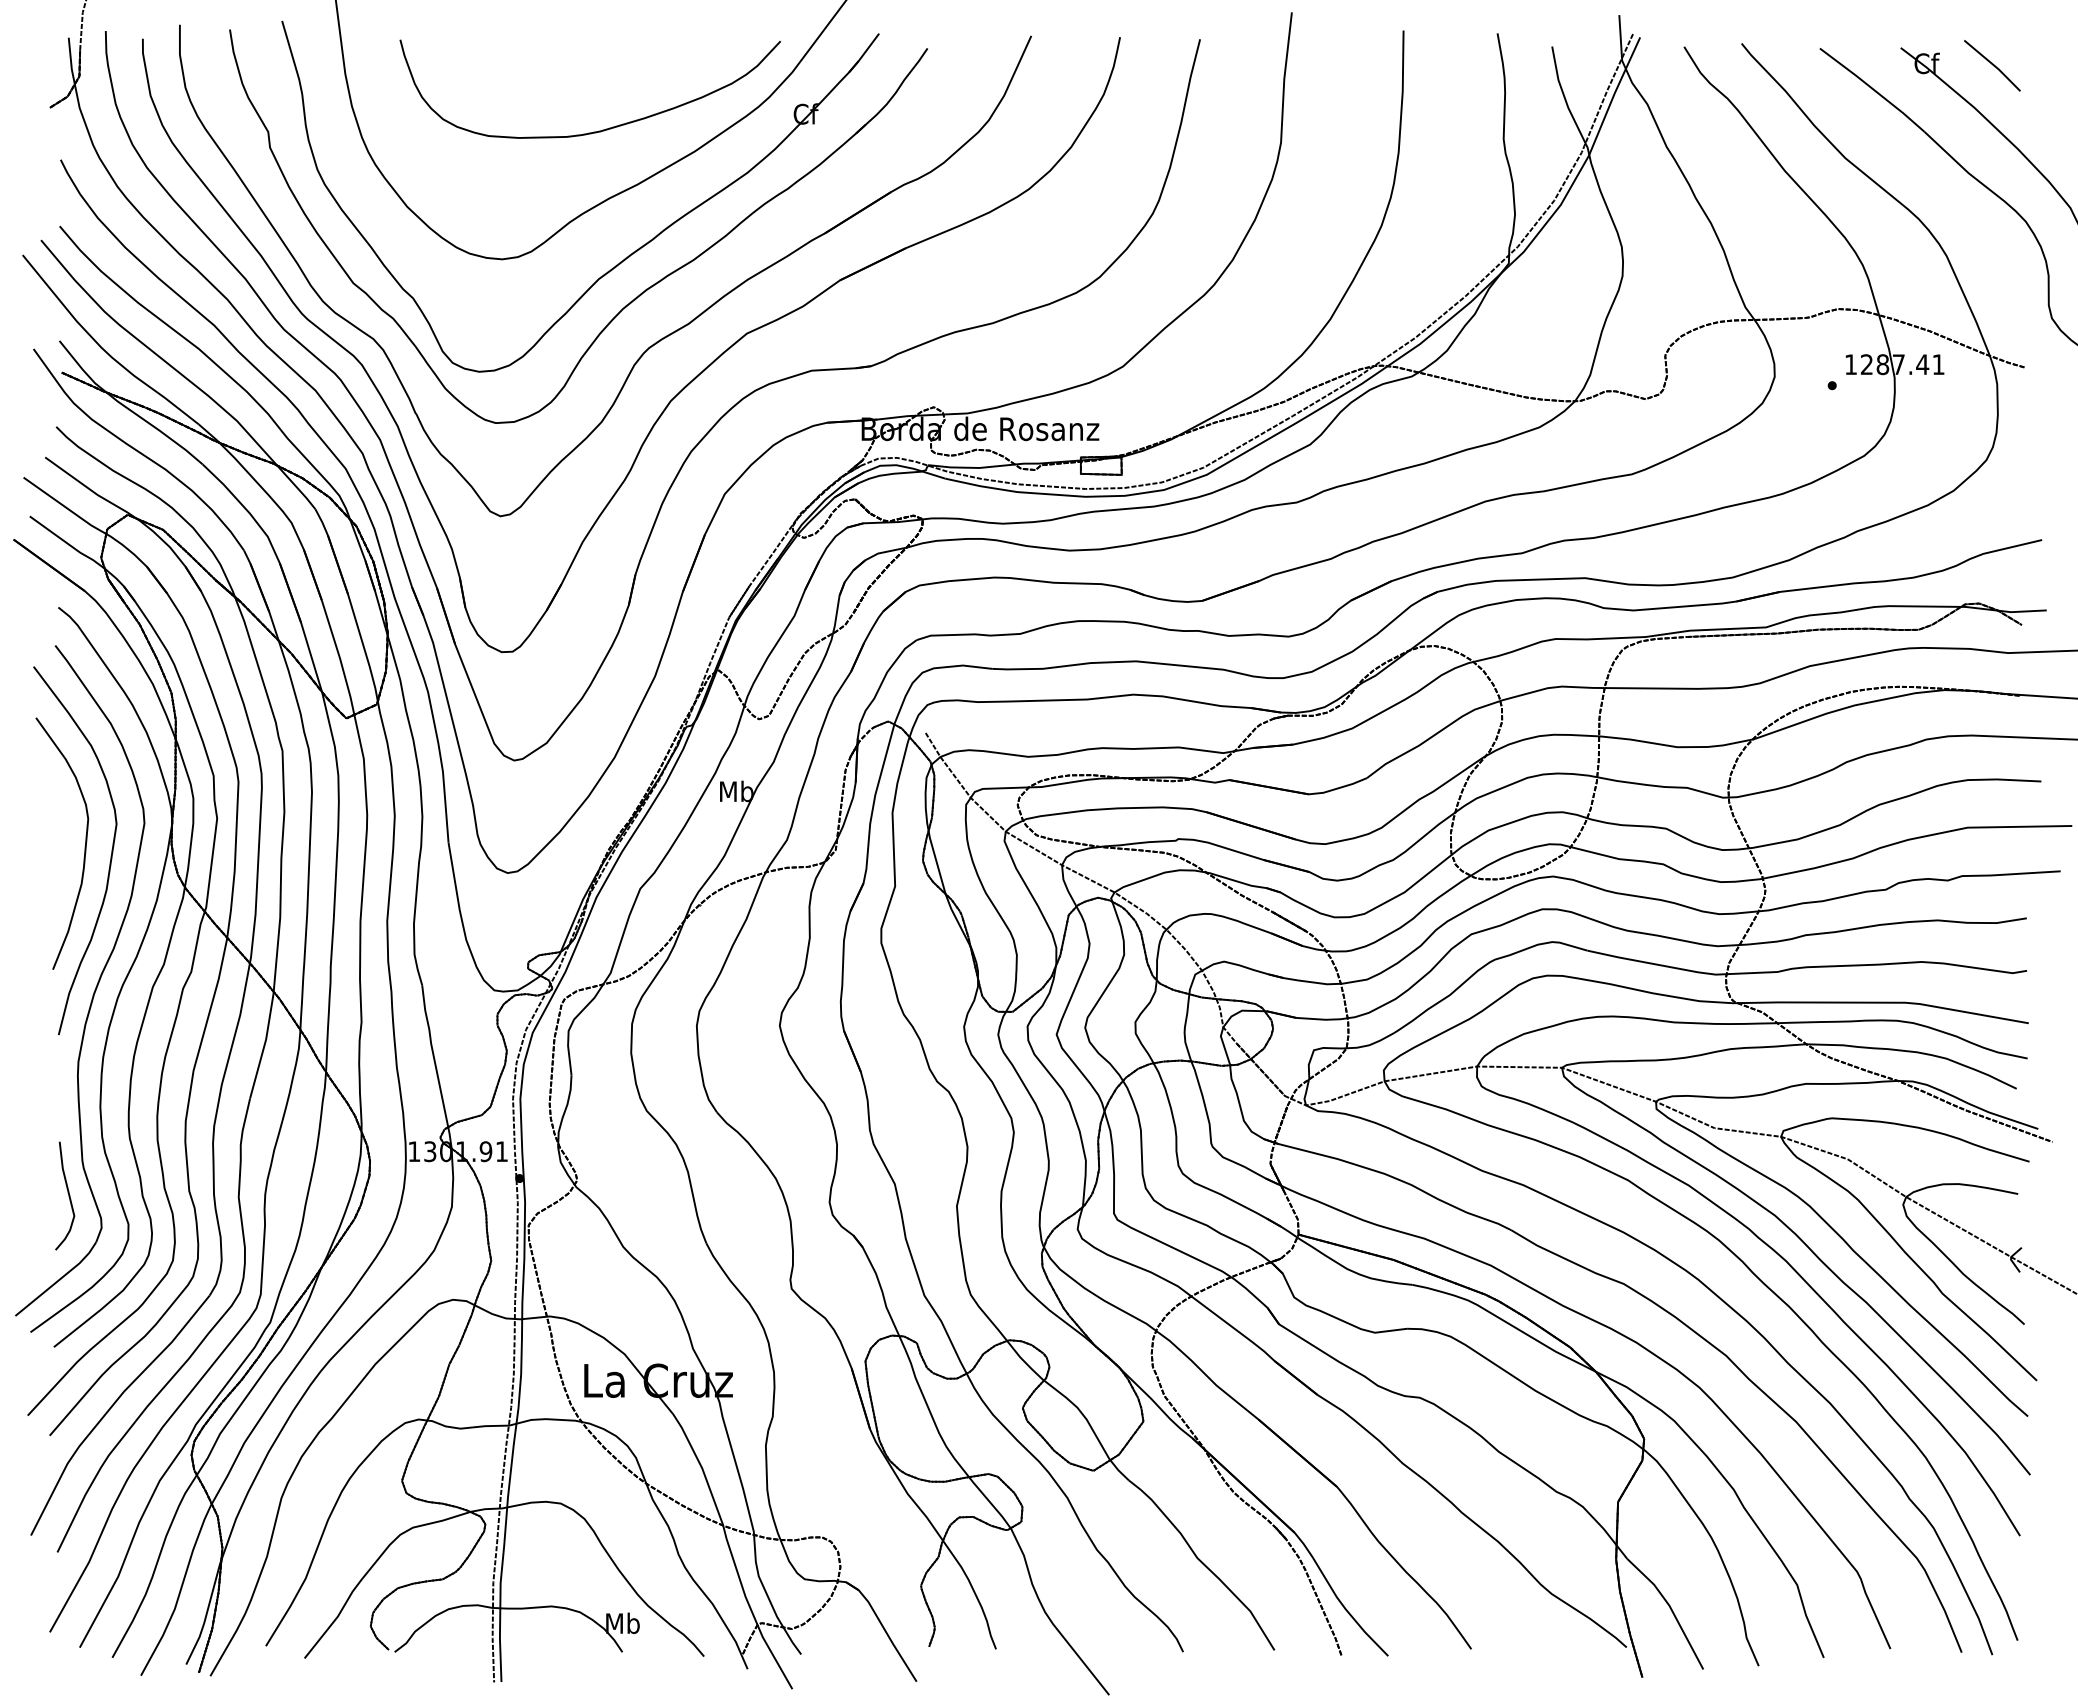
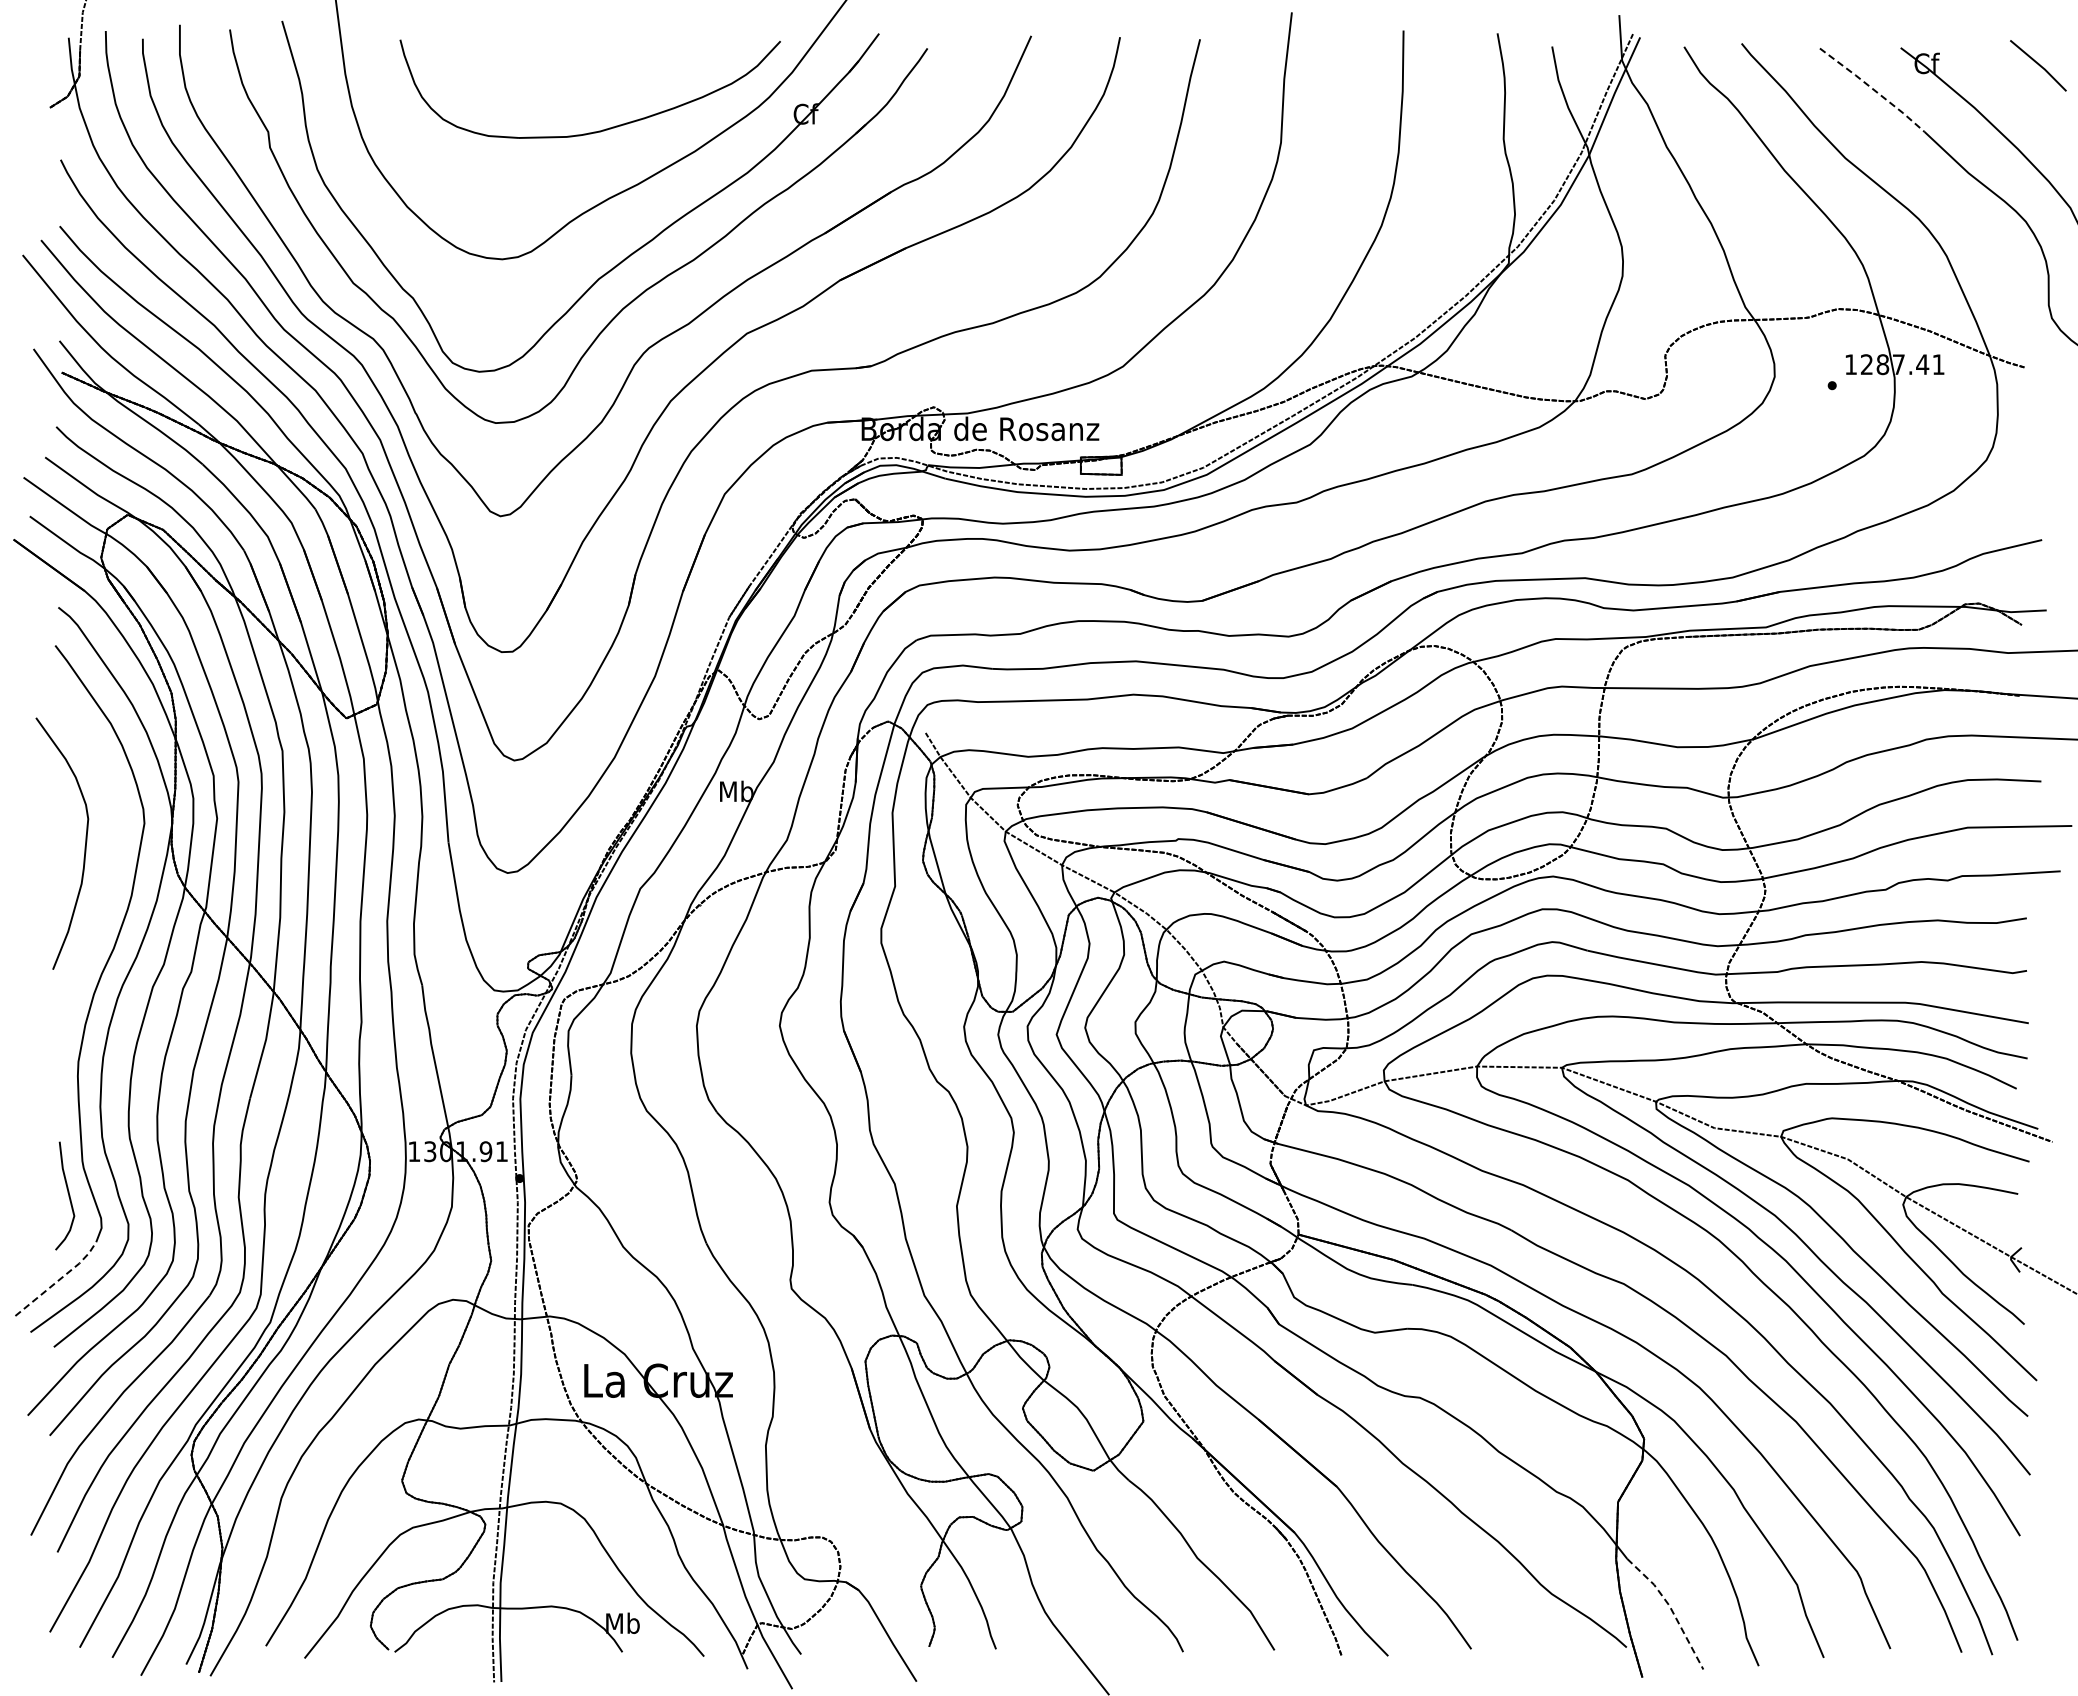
line at (1992, 65) position: (1992, 65) -> (2038, 65)
line at (1873, 89): solid -> dashed
curve at (110, 855): present -> none
line at (59, 1279): solid -> dashed
line at (1671, 1609): solid -> dashed
